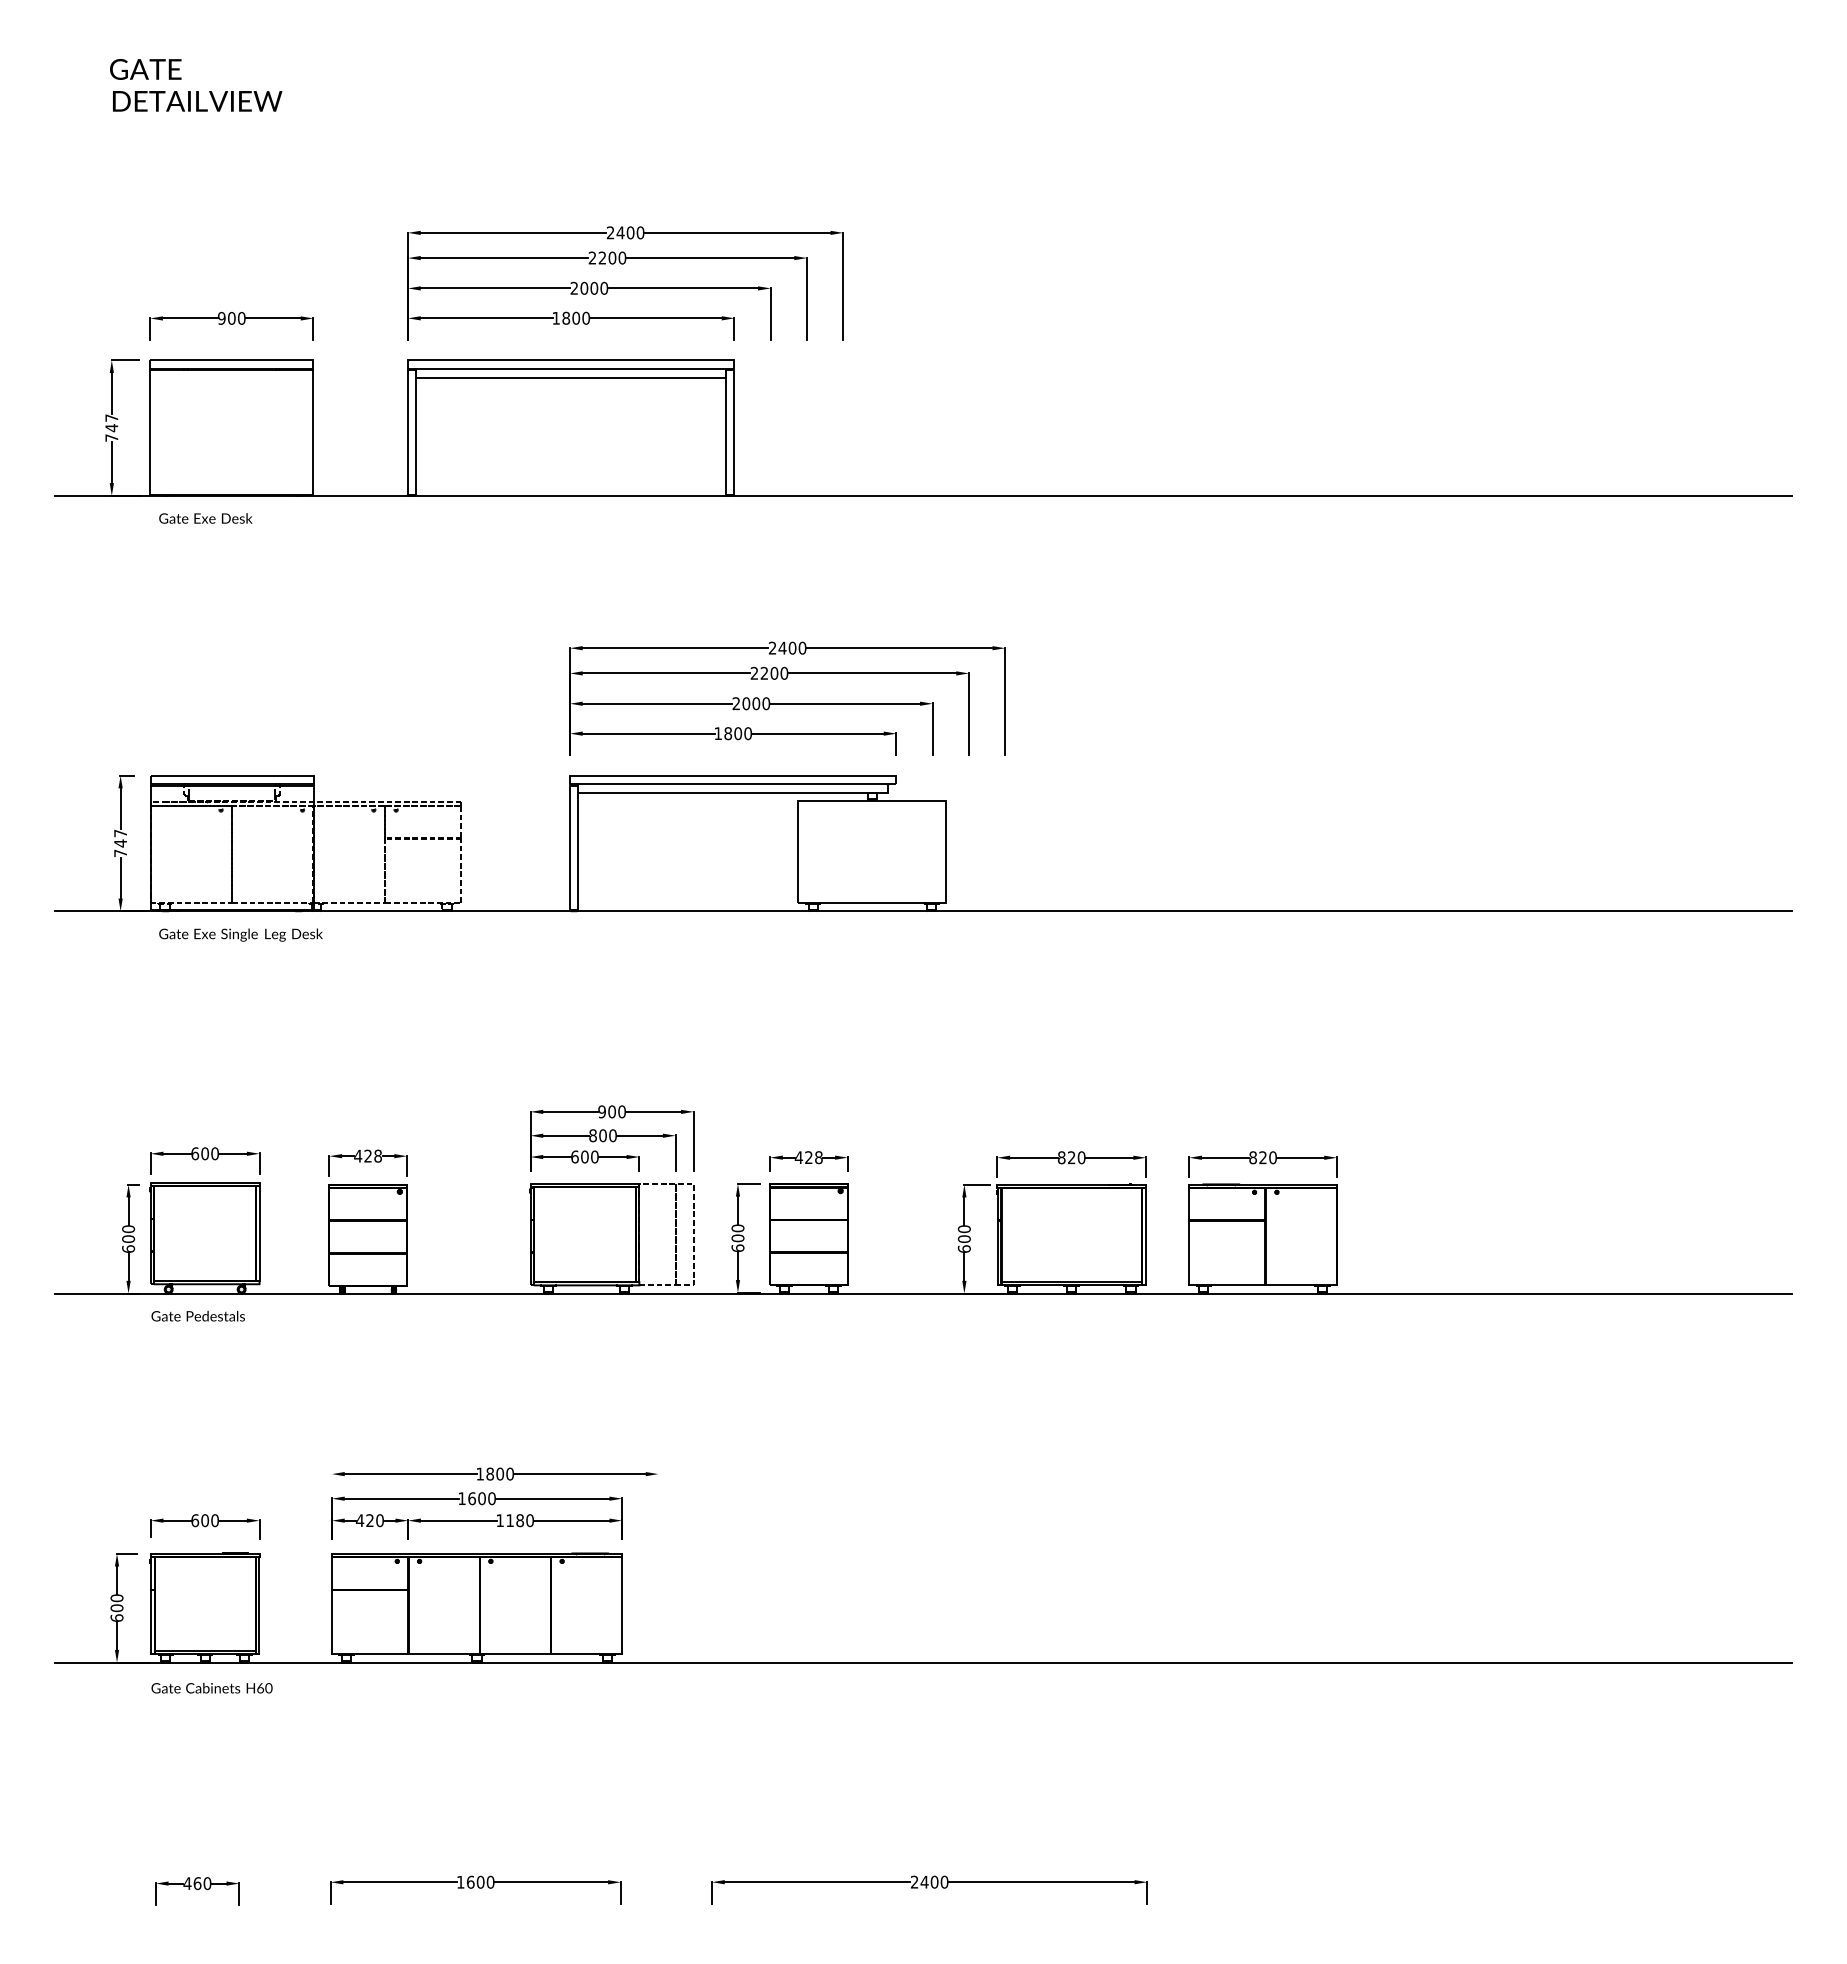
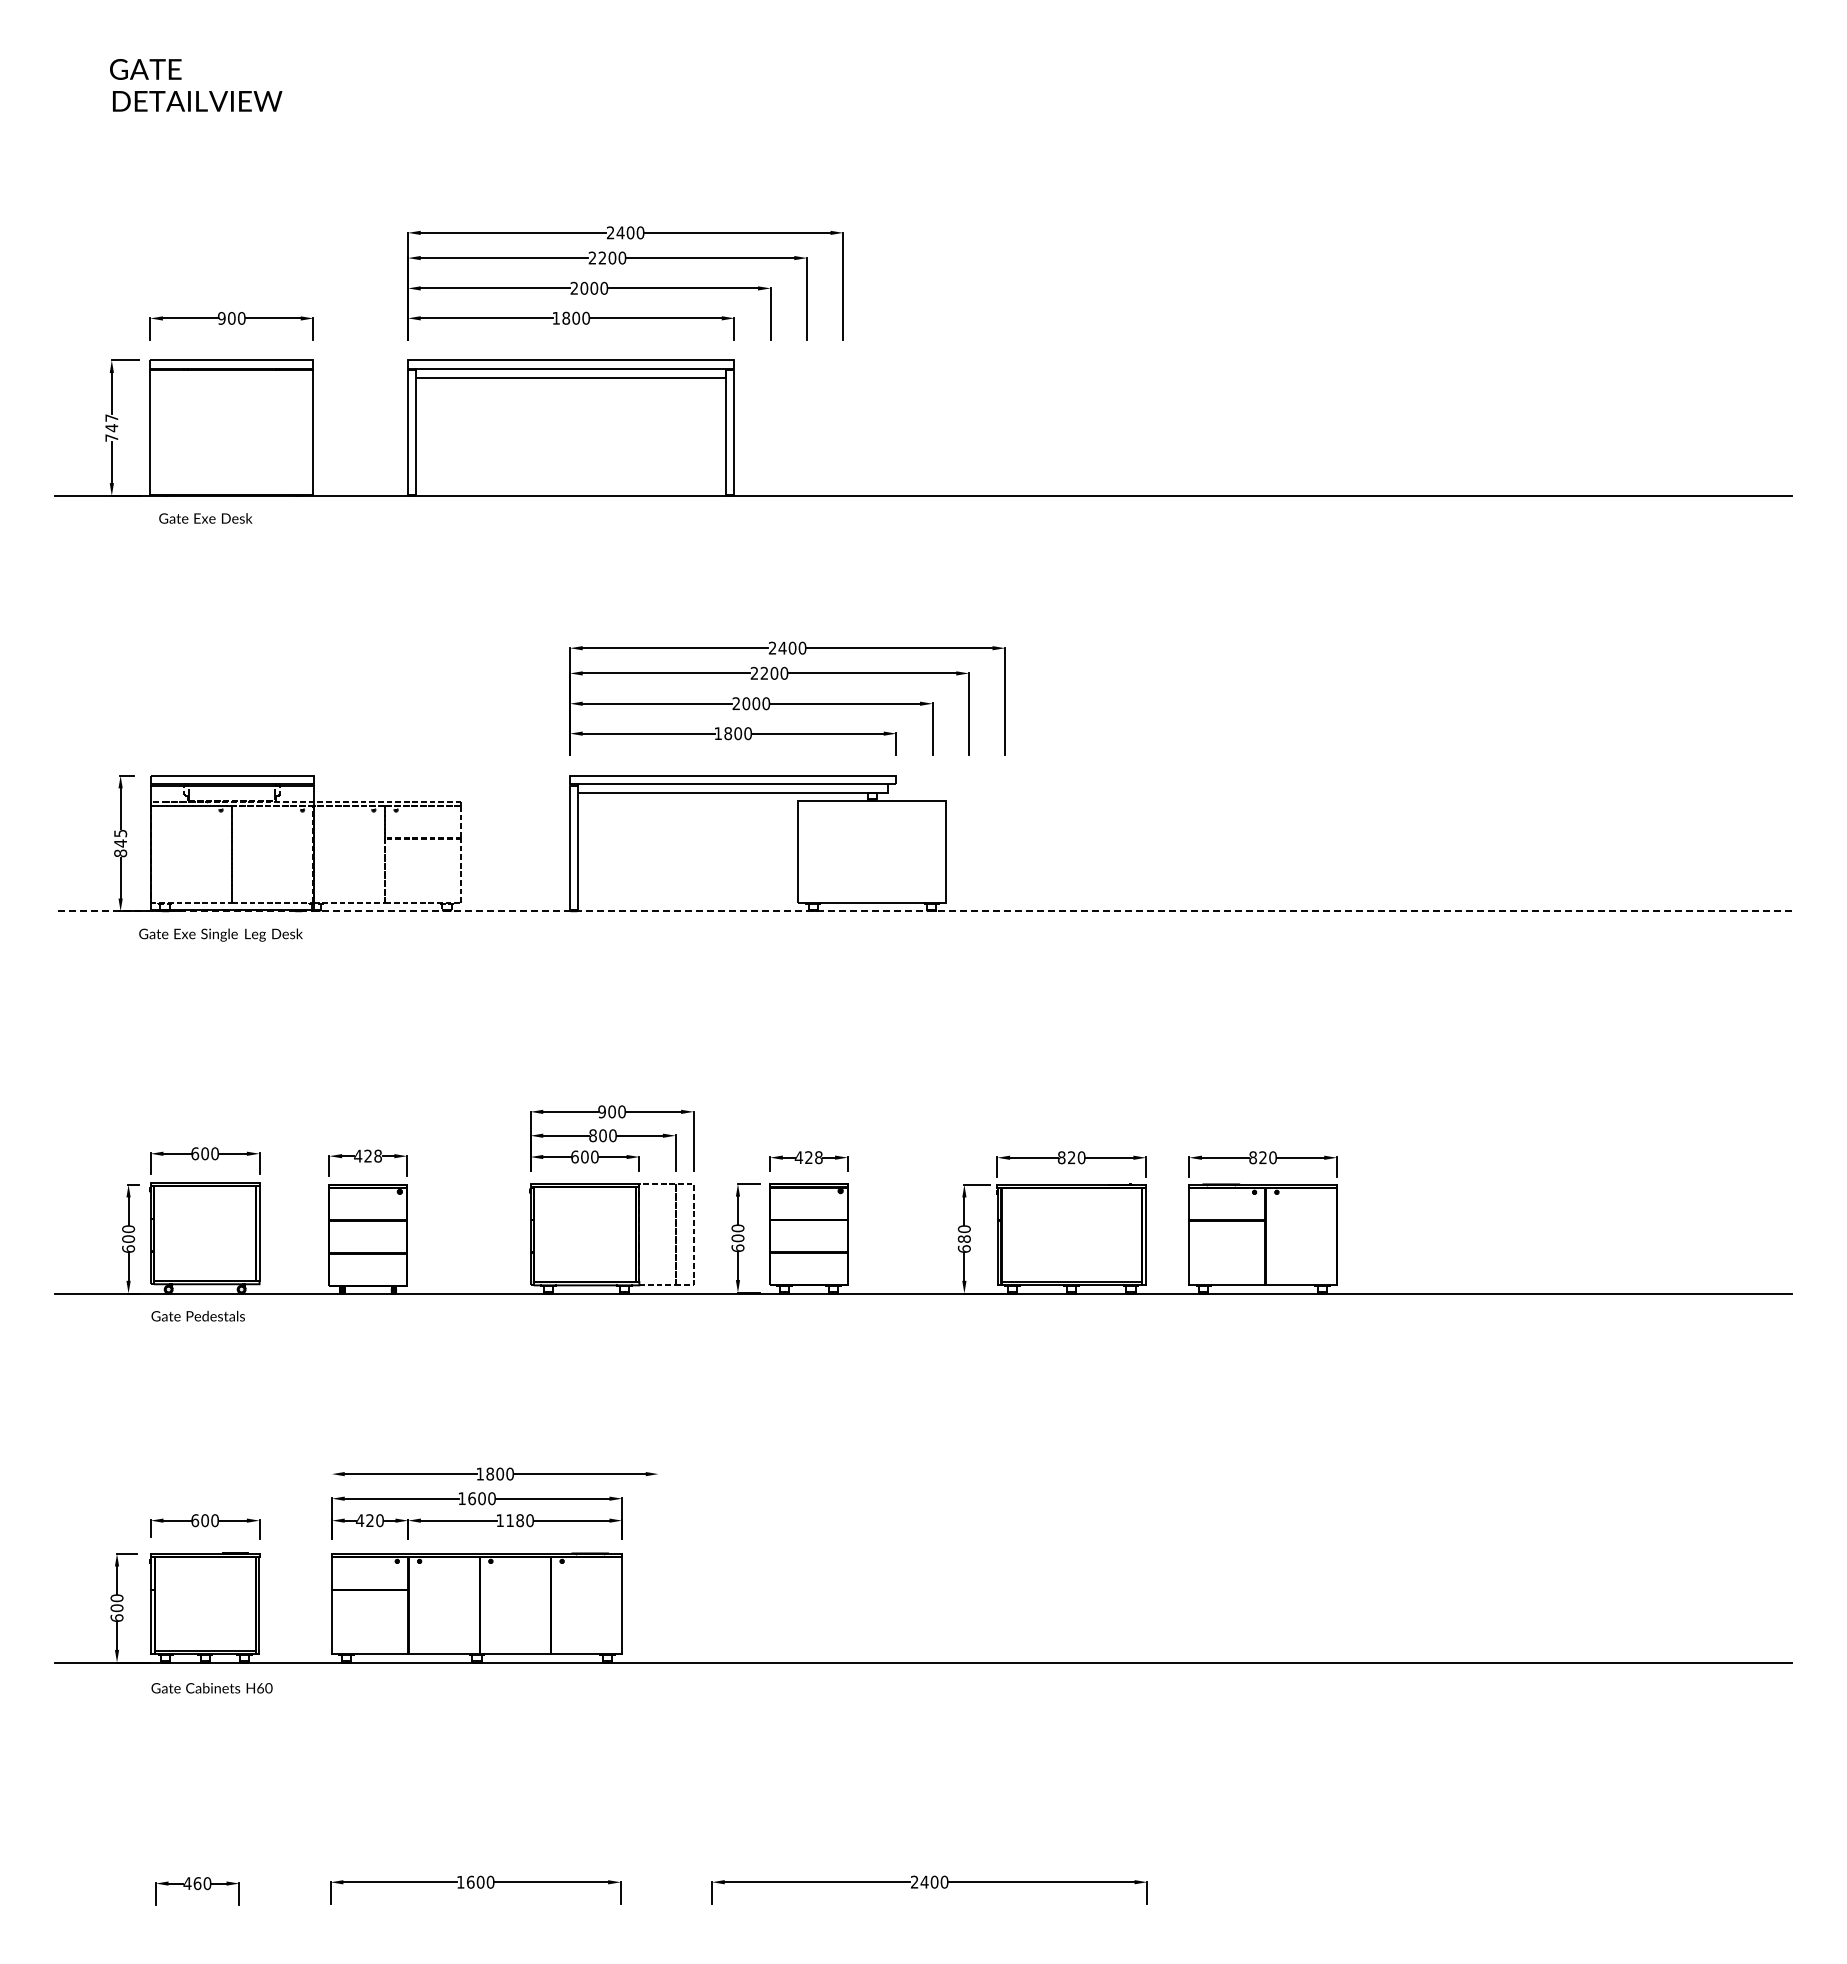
text at (120, 843): 747 -> 845
line at (923, 911): solid -> dashed
text at (240, 934) position: (240, 934) -> (220, 934)
text at (964, 1238): 600 -> 680
